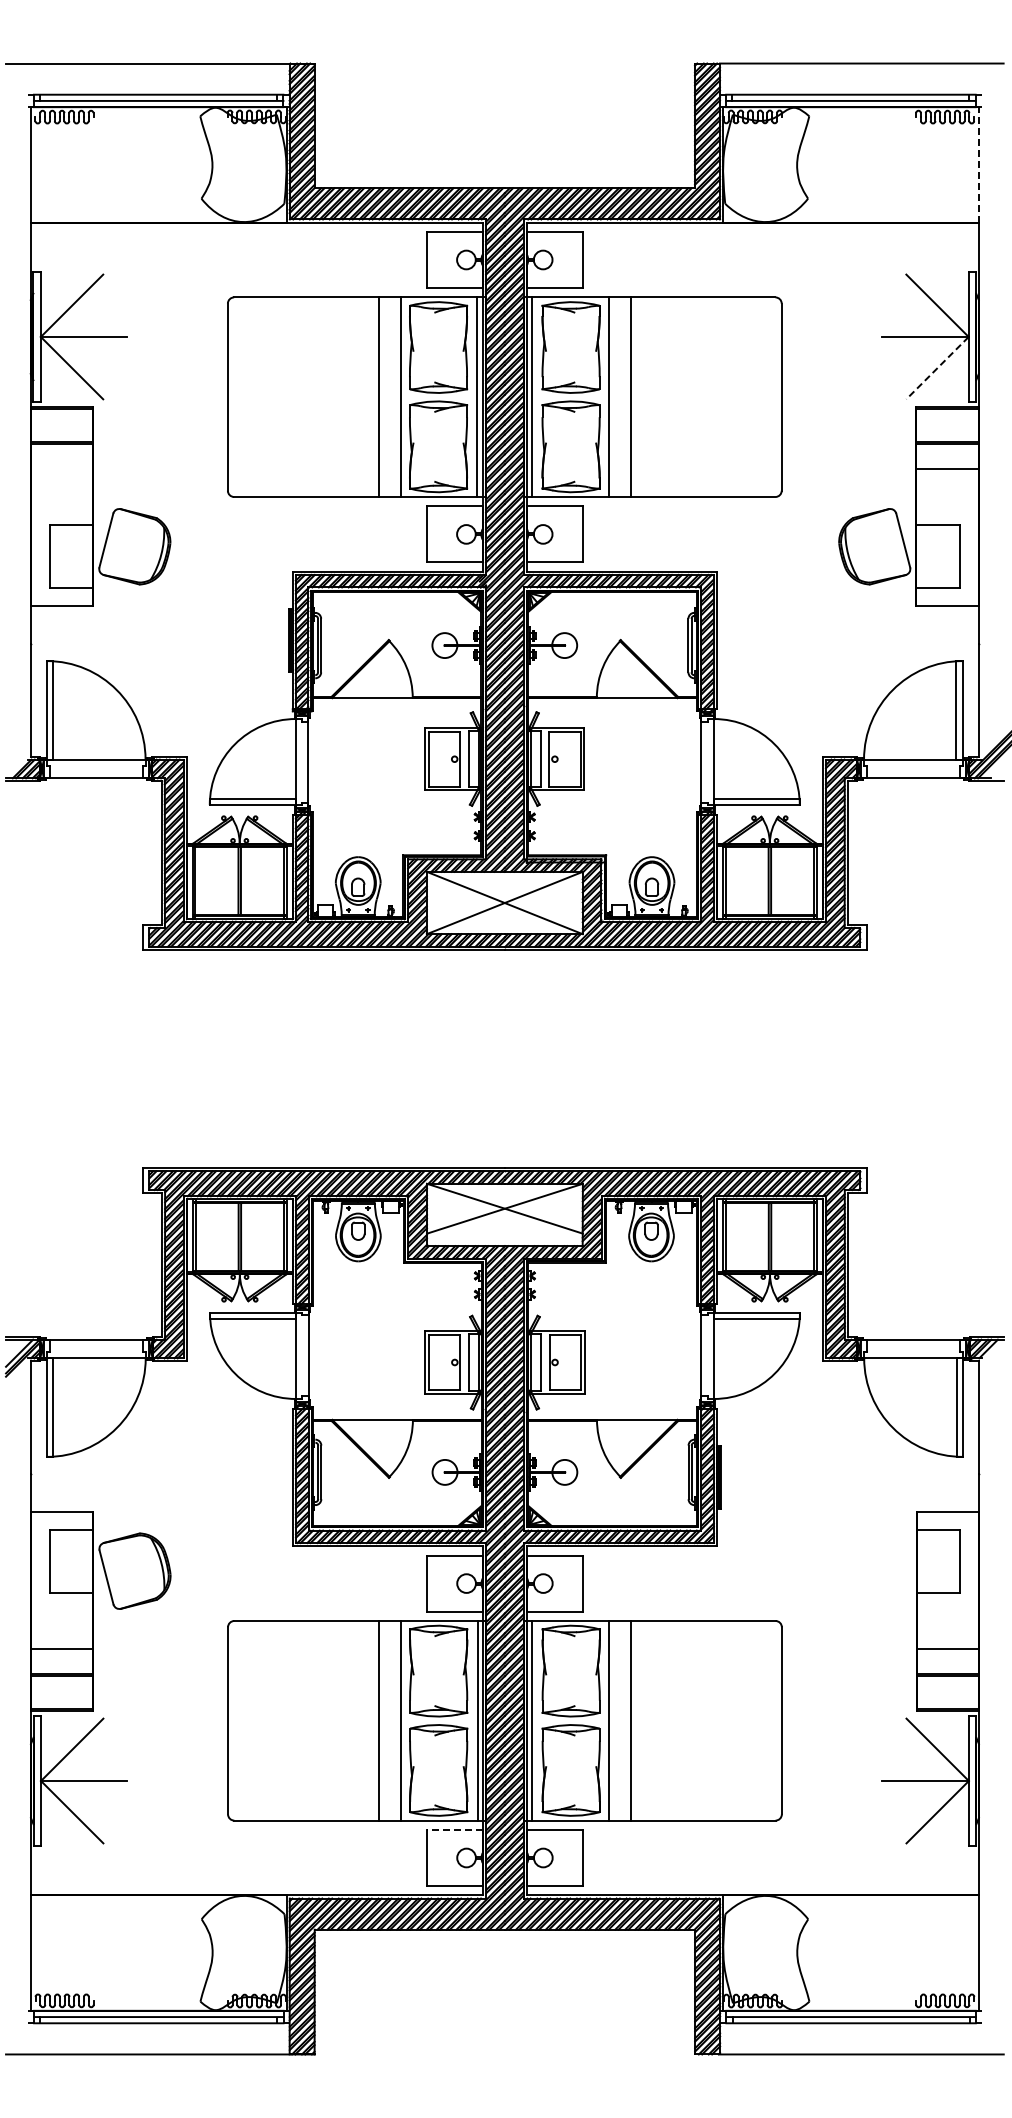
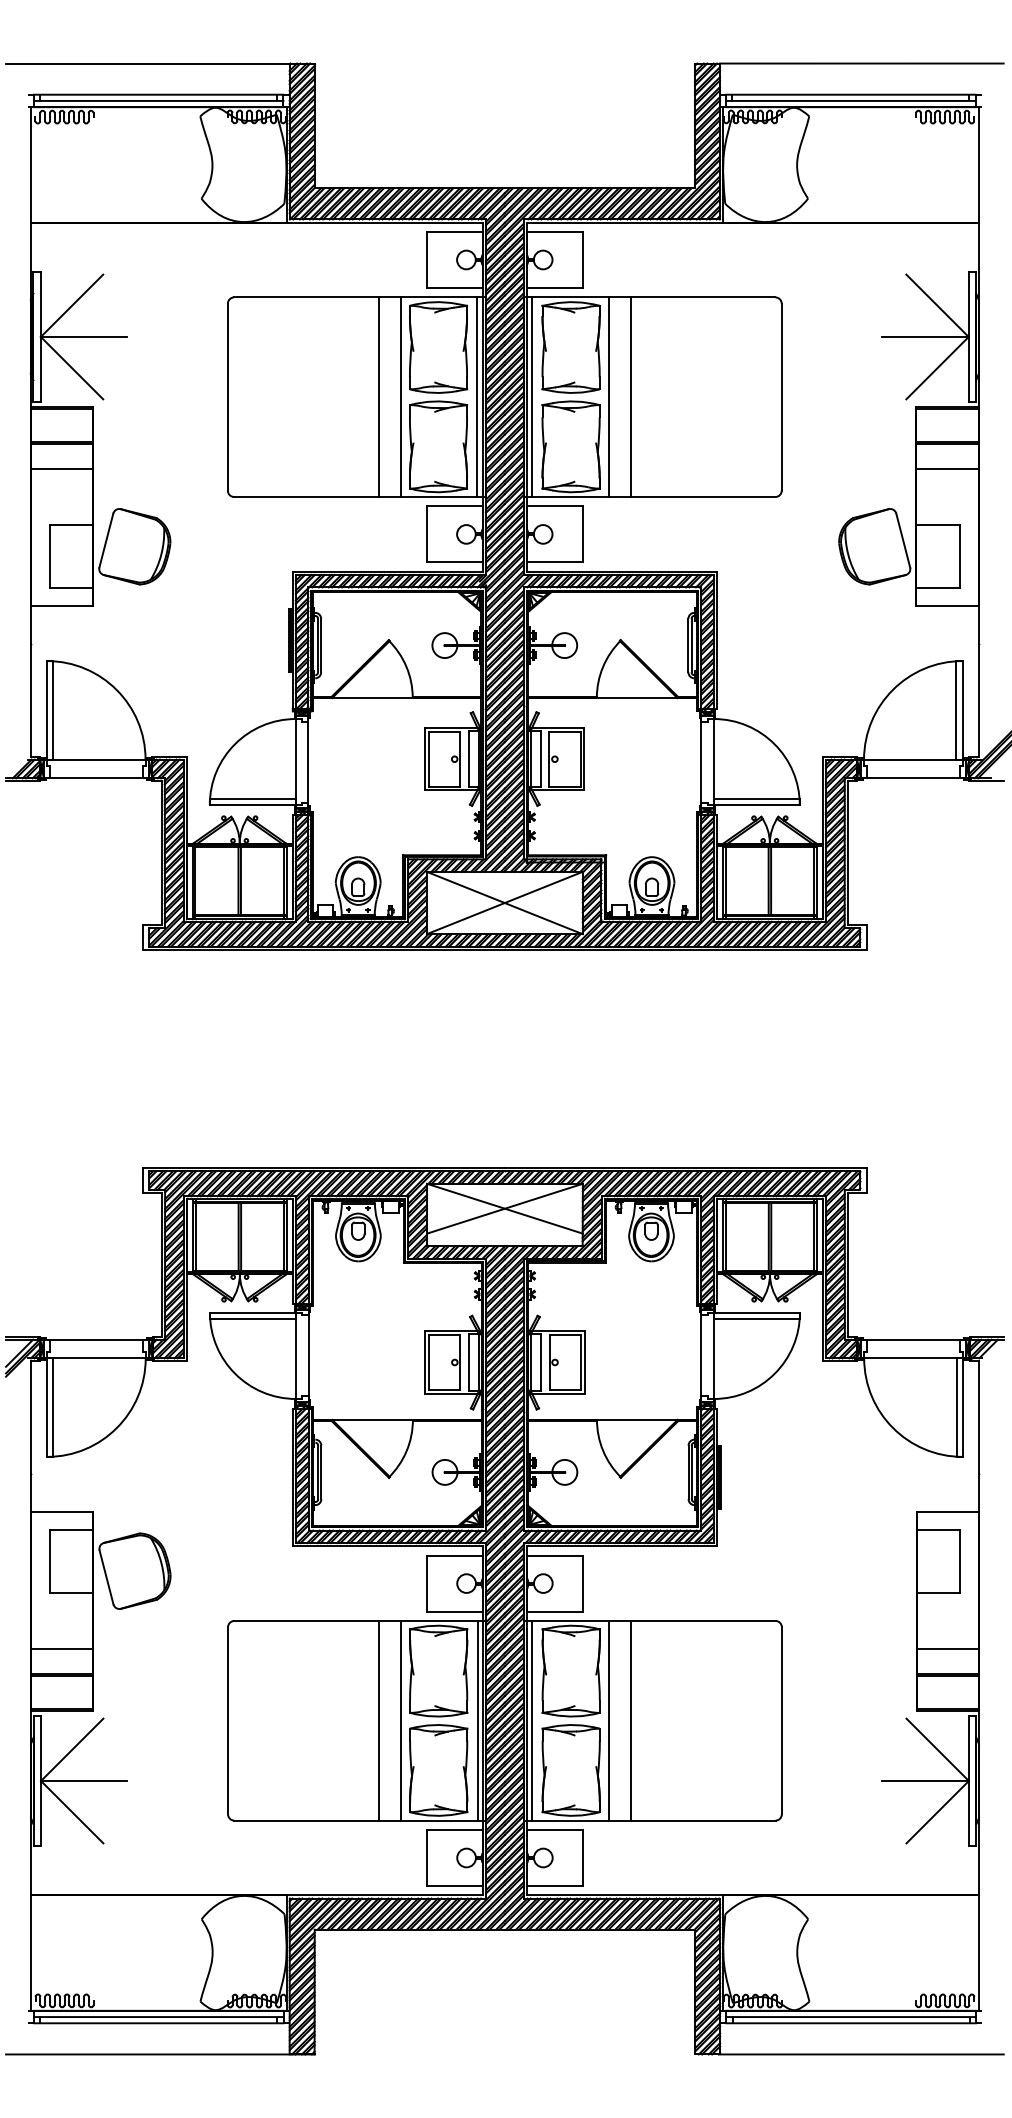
line at (978, 164): dashed -> solid
line at (937, 368): dashed -> solid
line at (61, 469): none -> present
line at (454, 1829): dashed -> solid
